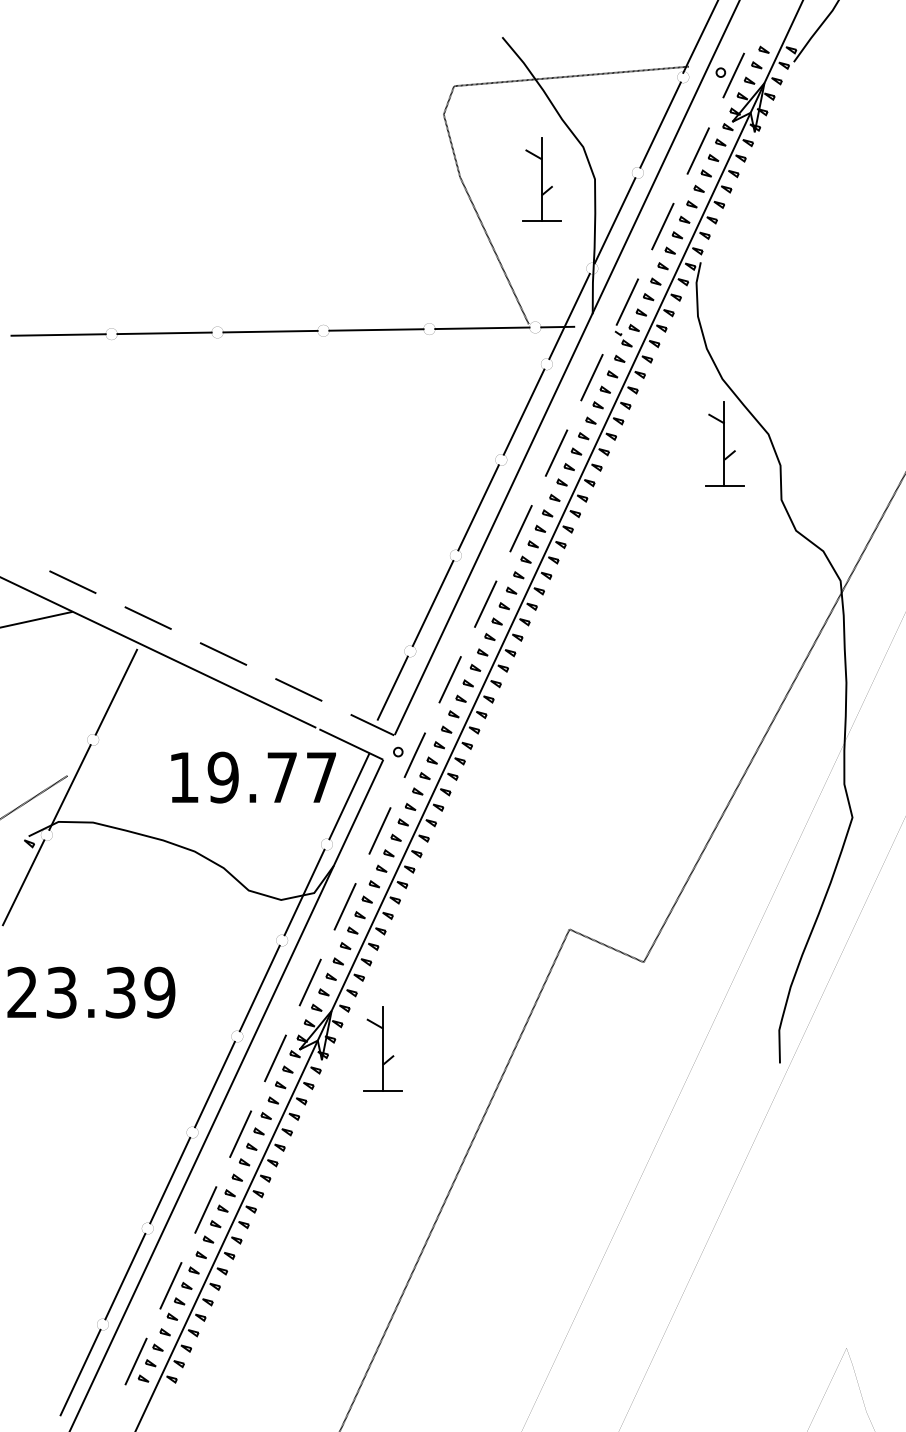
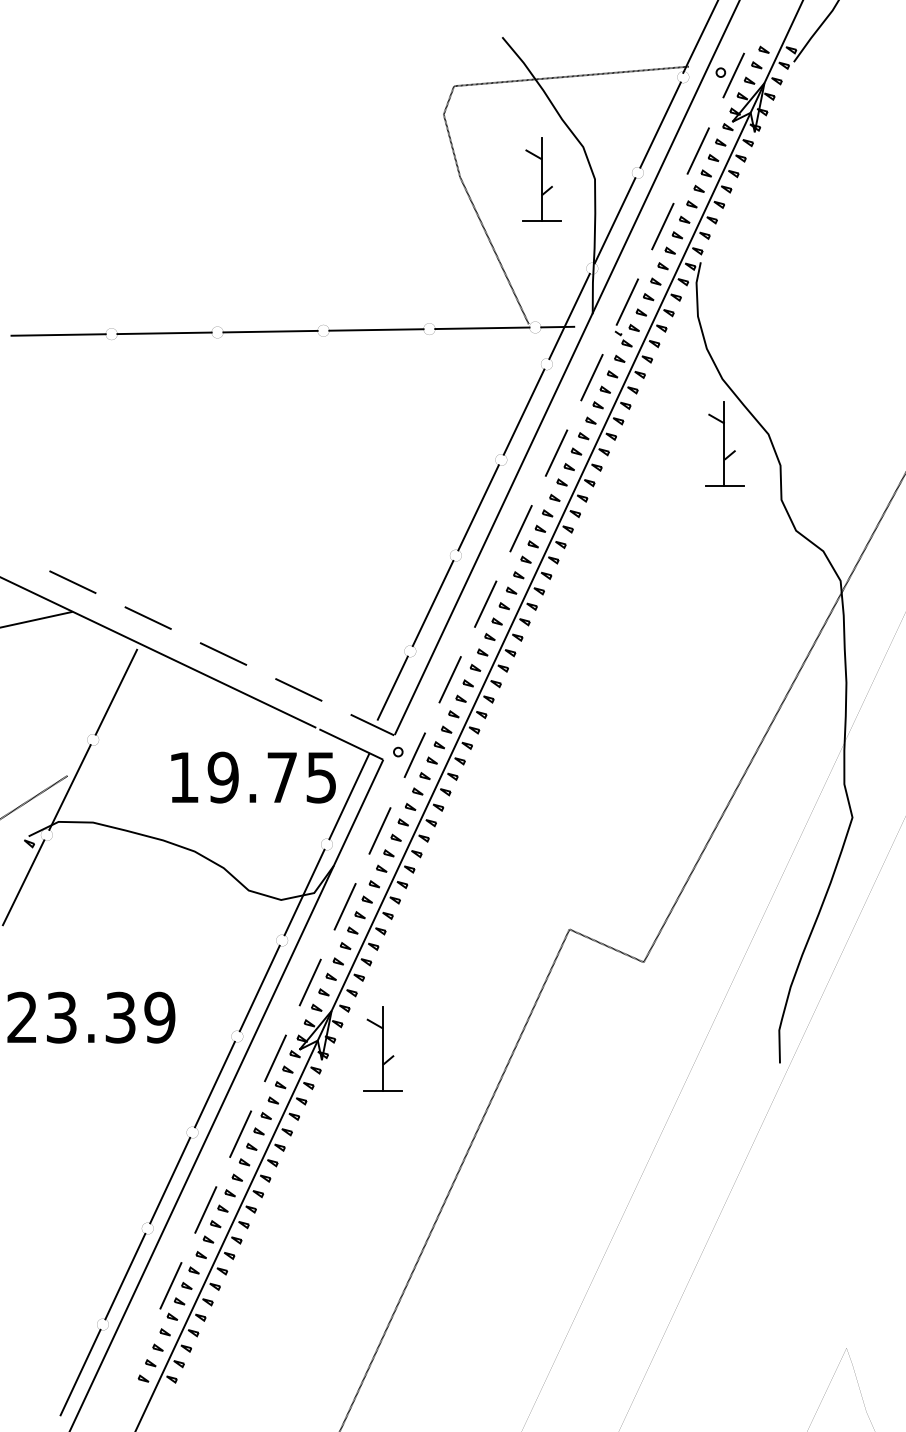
text at (320, 777): 19.77 -> 19.75
text at (91, 992) position: (91, 992) -> (91, 1017)
line at (135, 1361): present -> none
